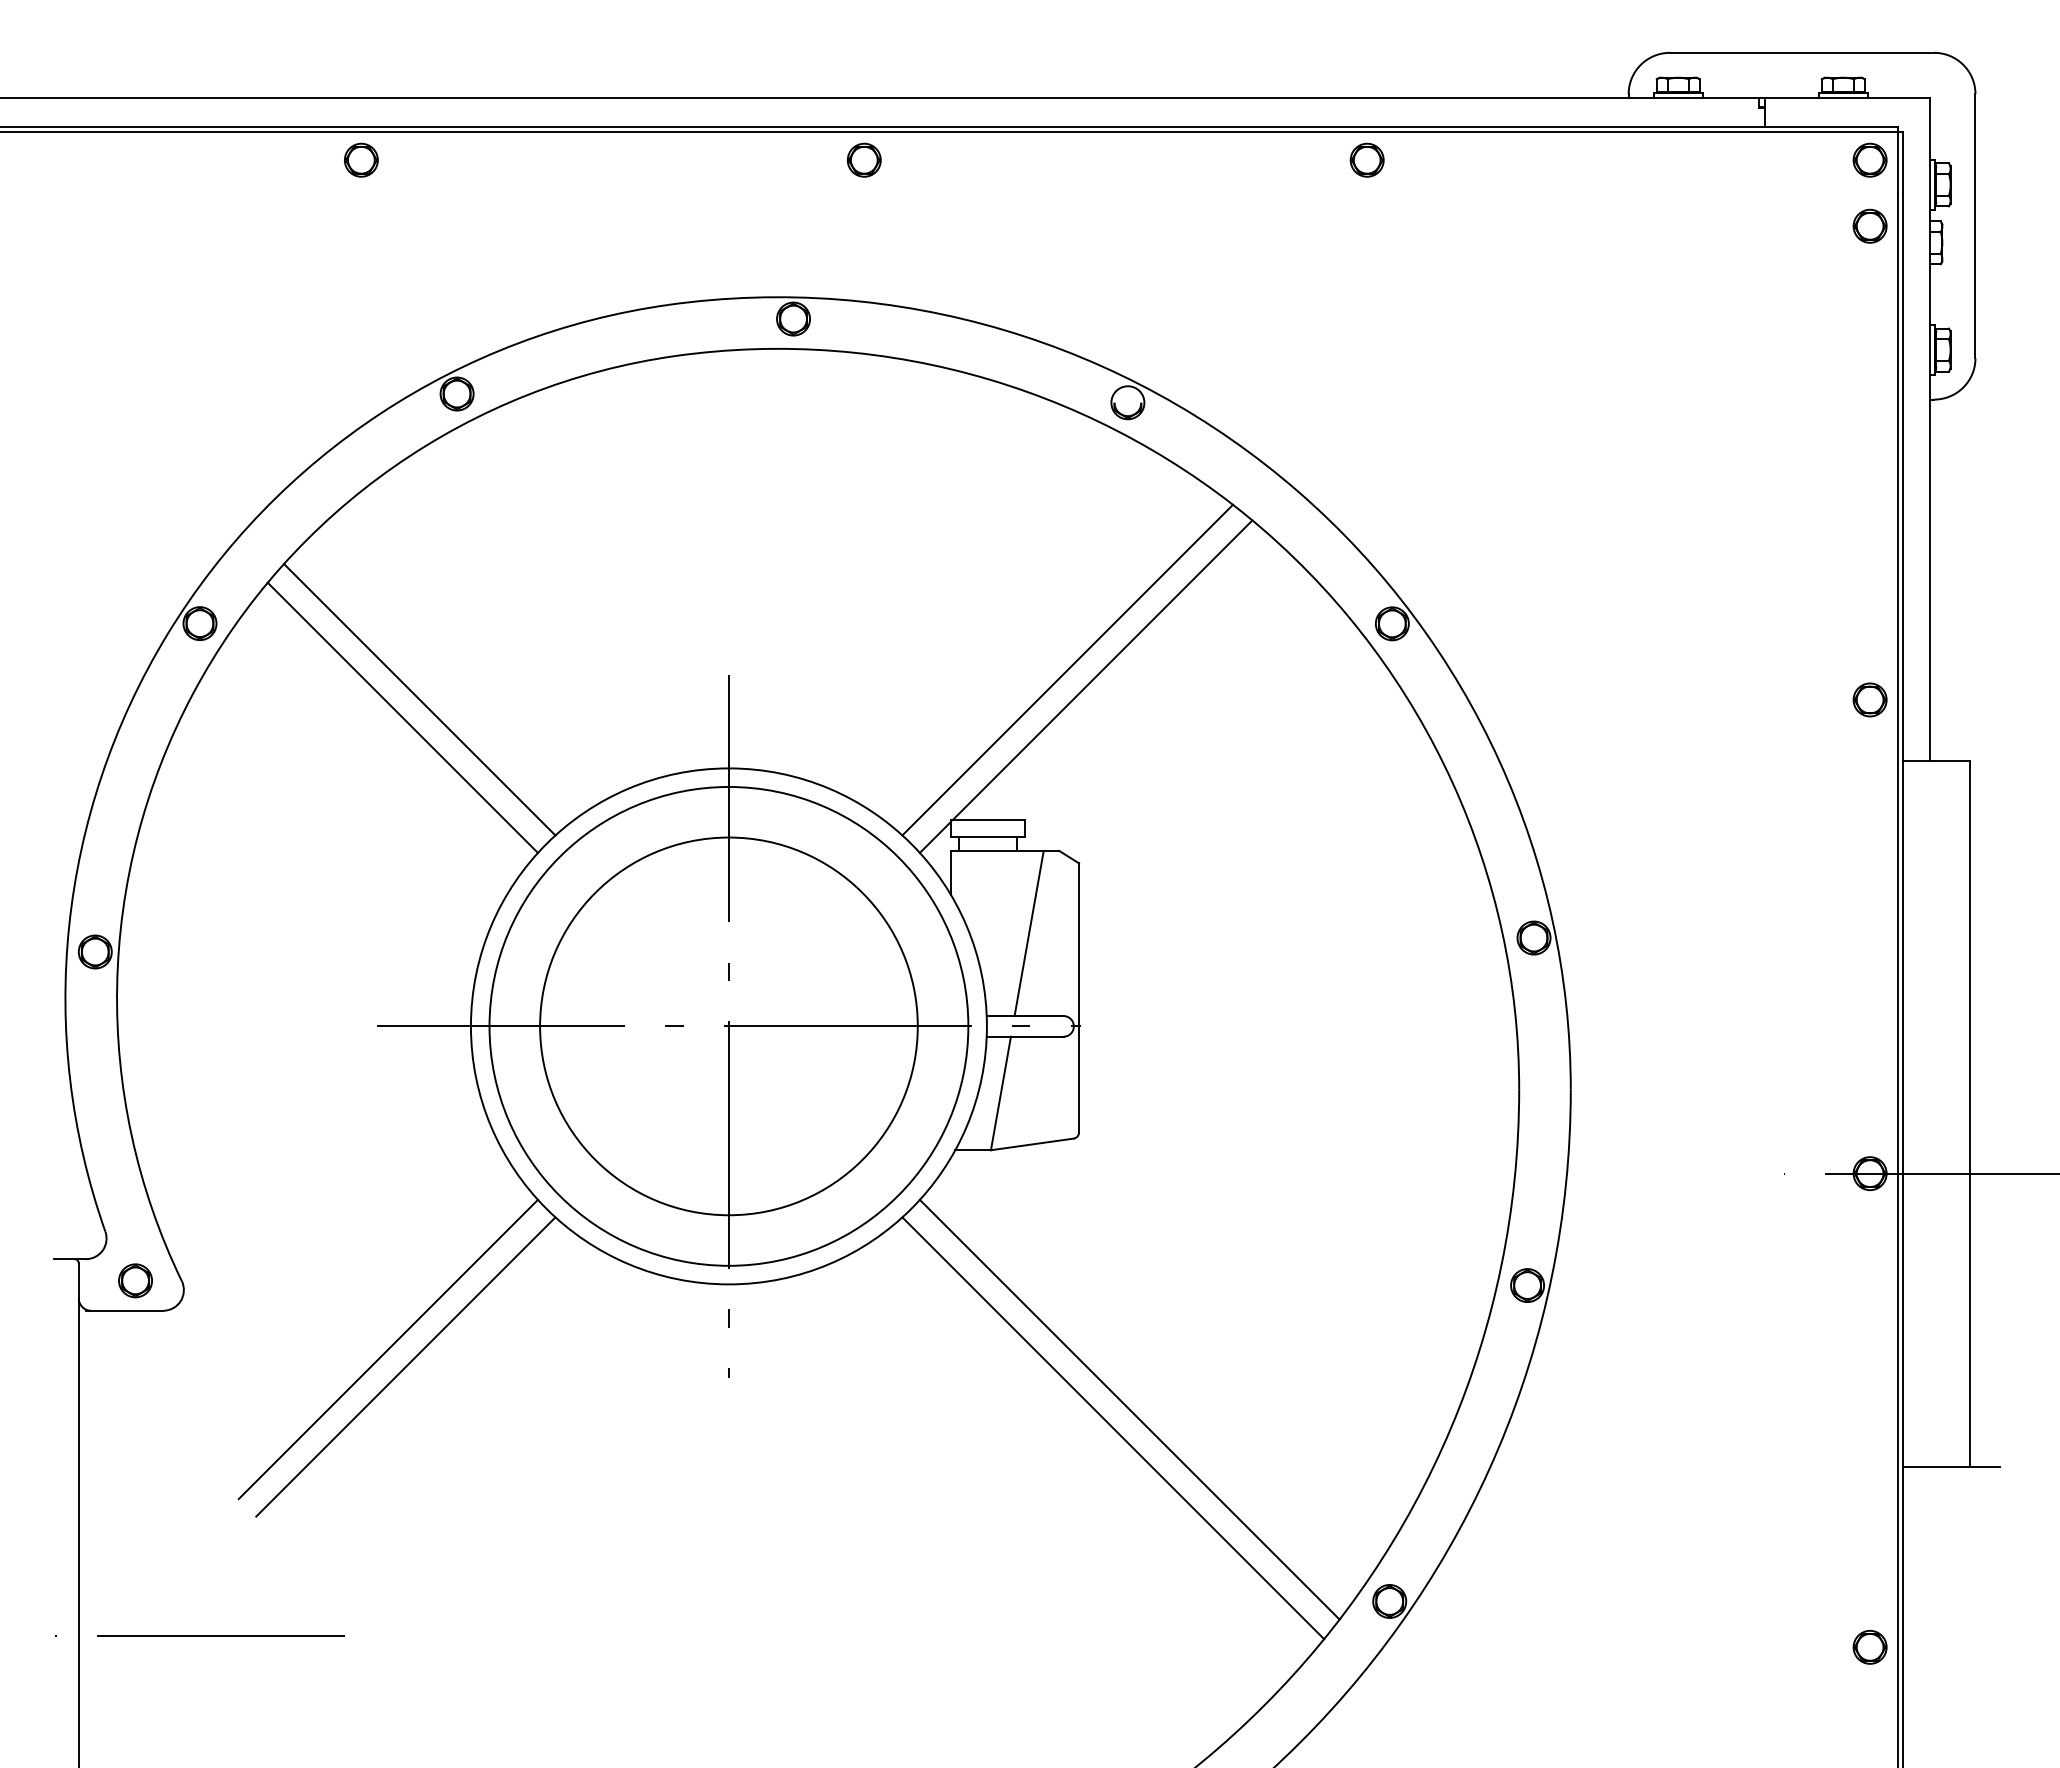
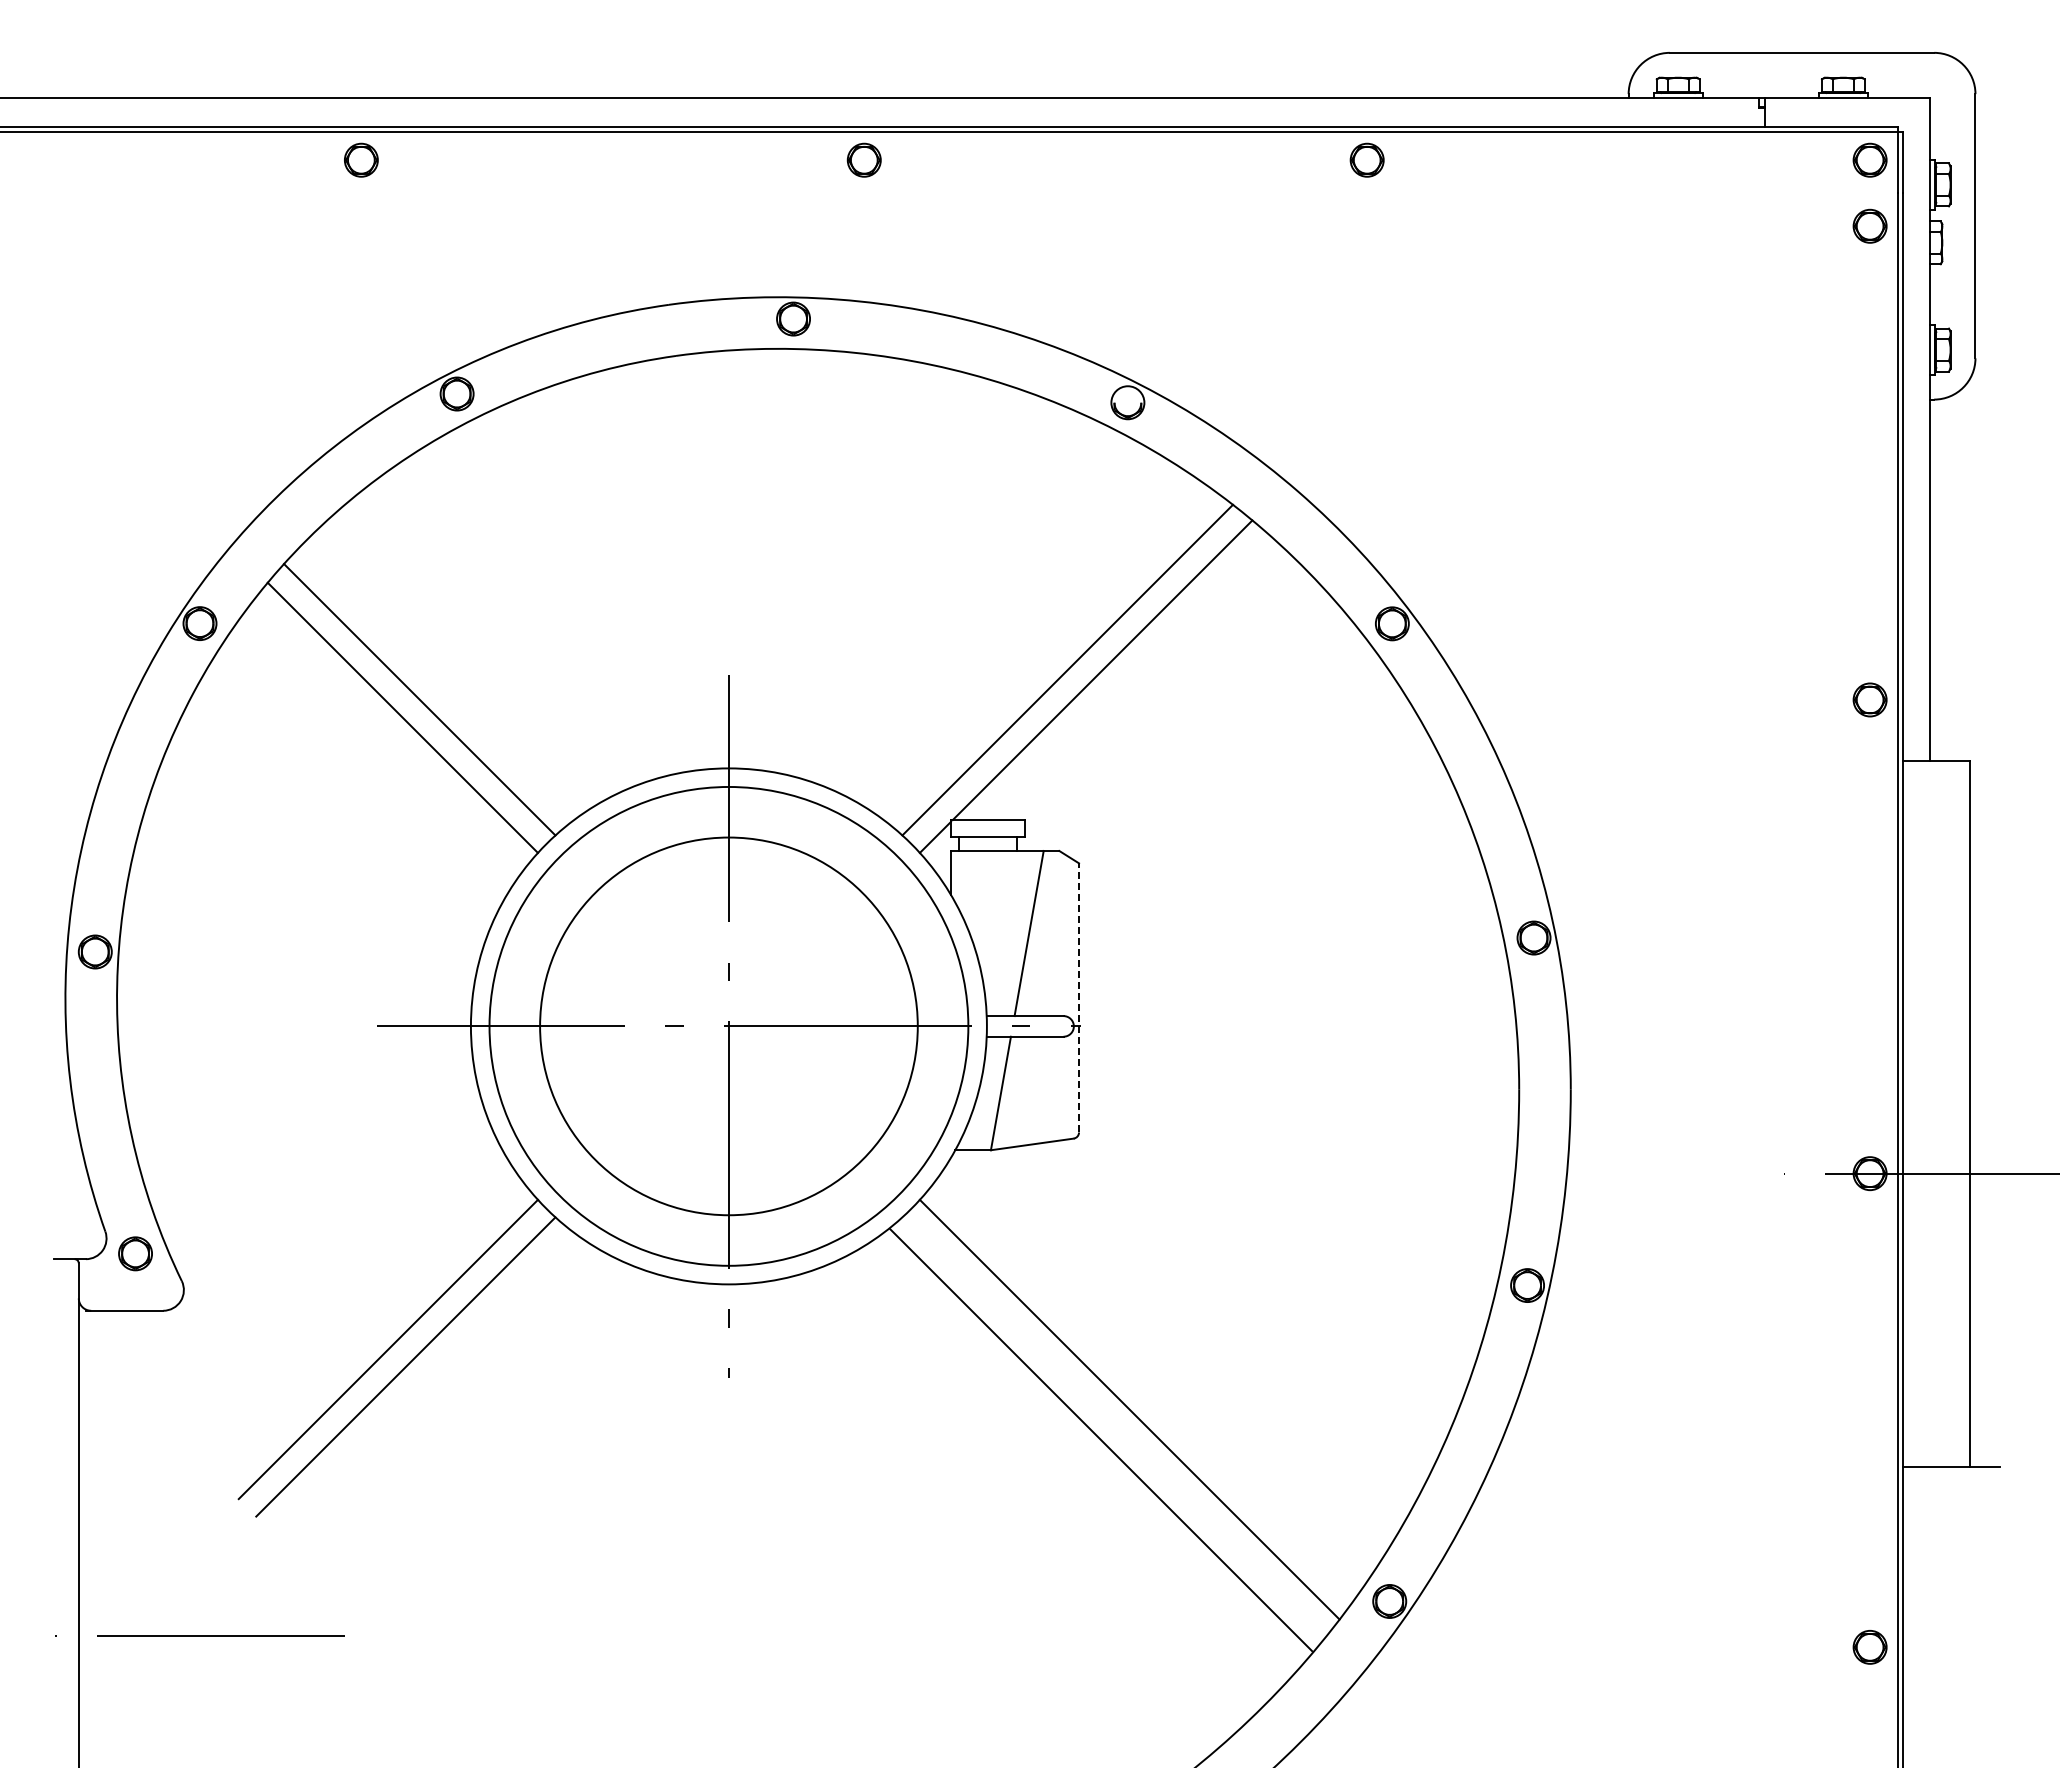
line at (1079, 997): solid -> dashed
part at (135, 1280) position: (135, 1280) -> (135, 1253)
line at (1113, 1428) position: (1113, 1428) -> (1101, 1440)
